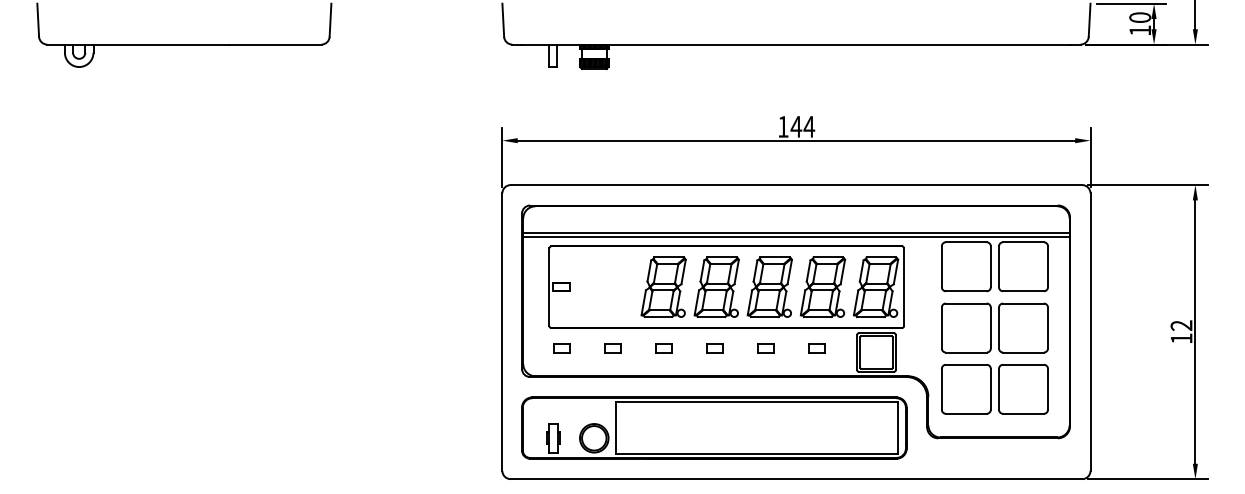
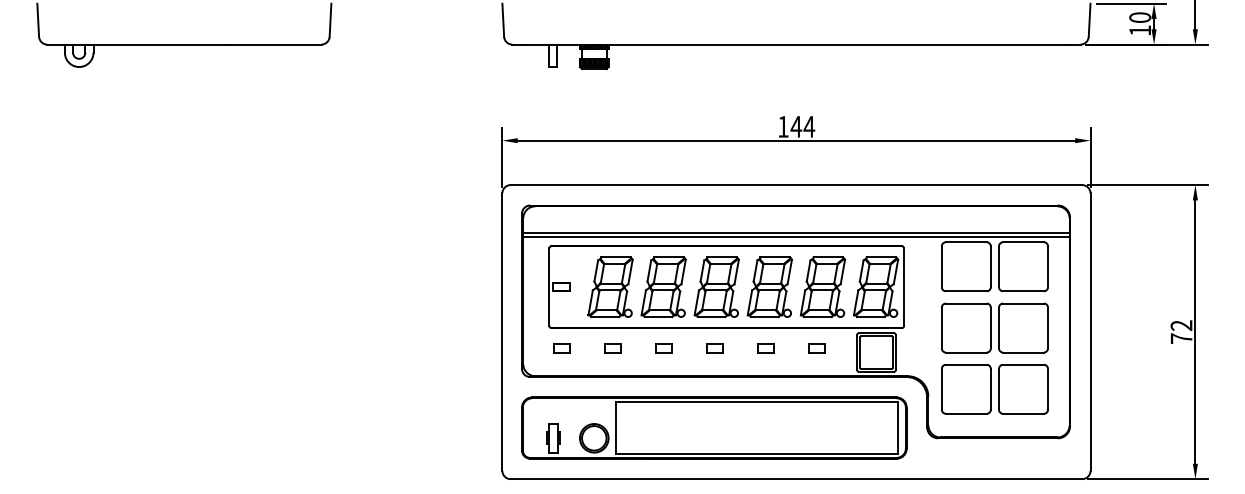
part at (610, 287): none -> present
text at (1181, 338): 12 -> 72
